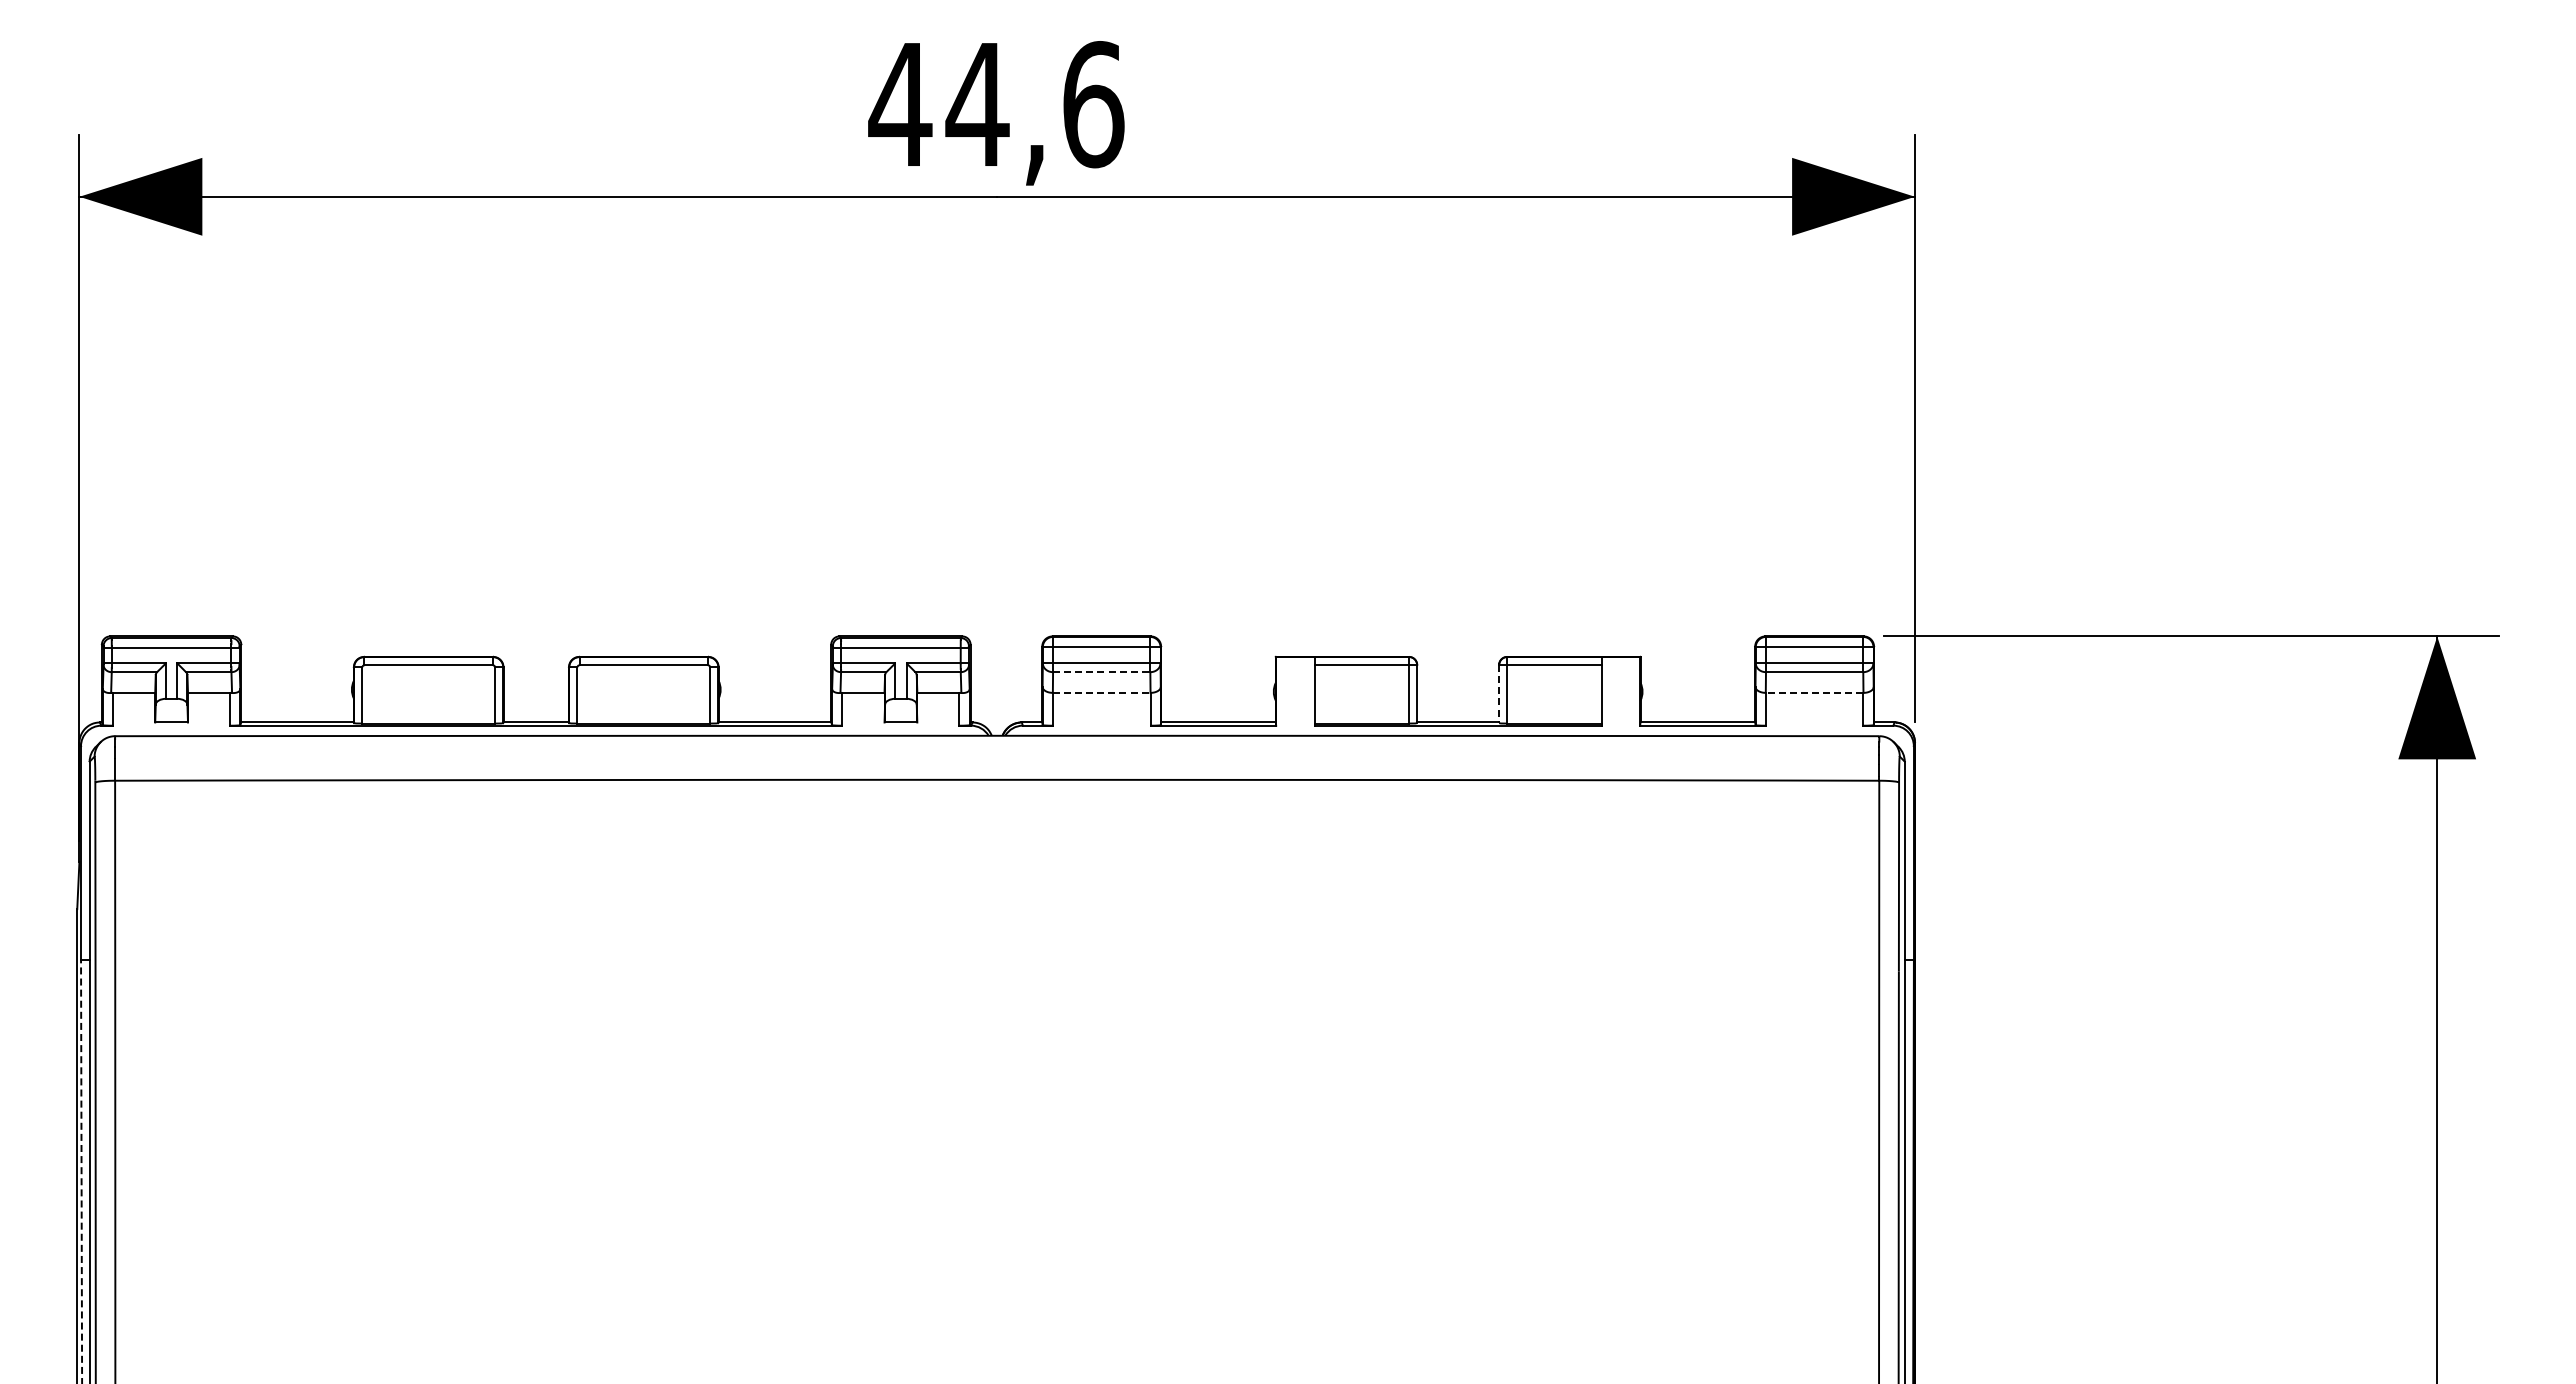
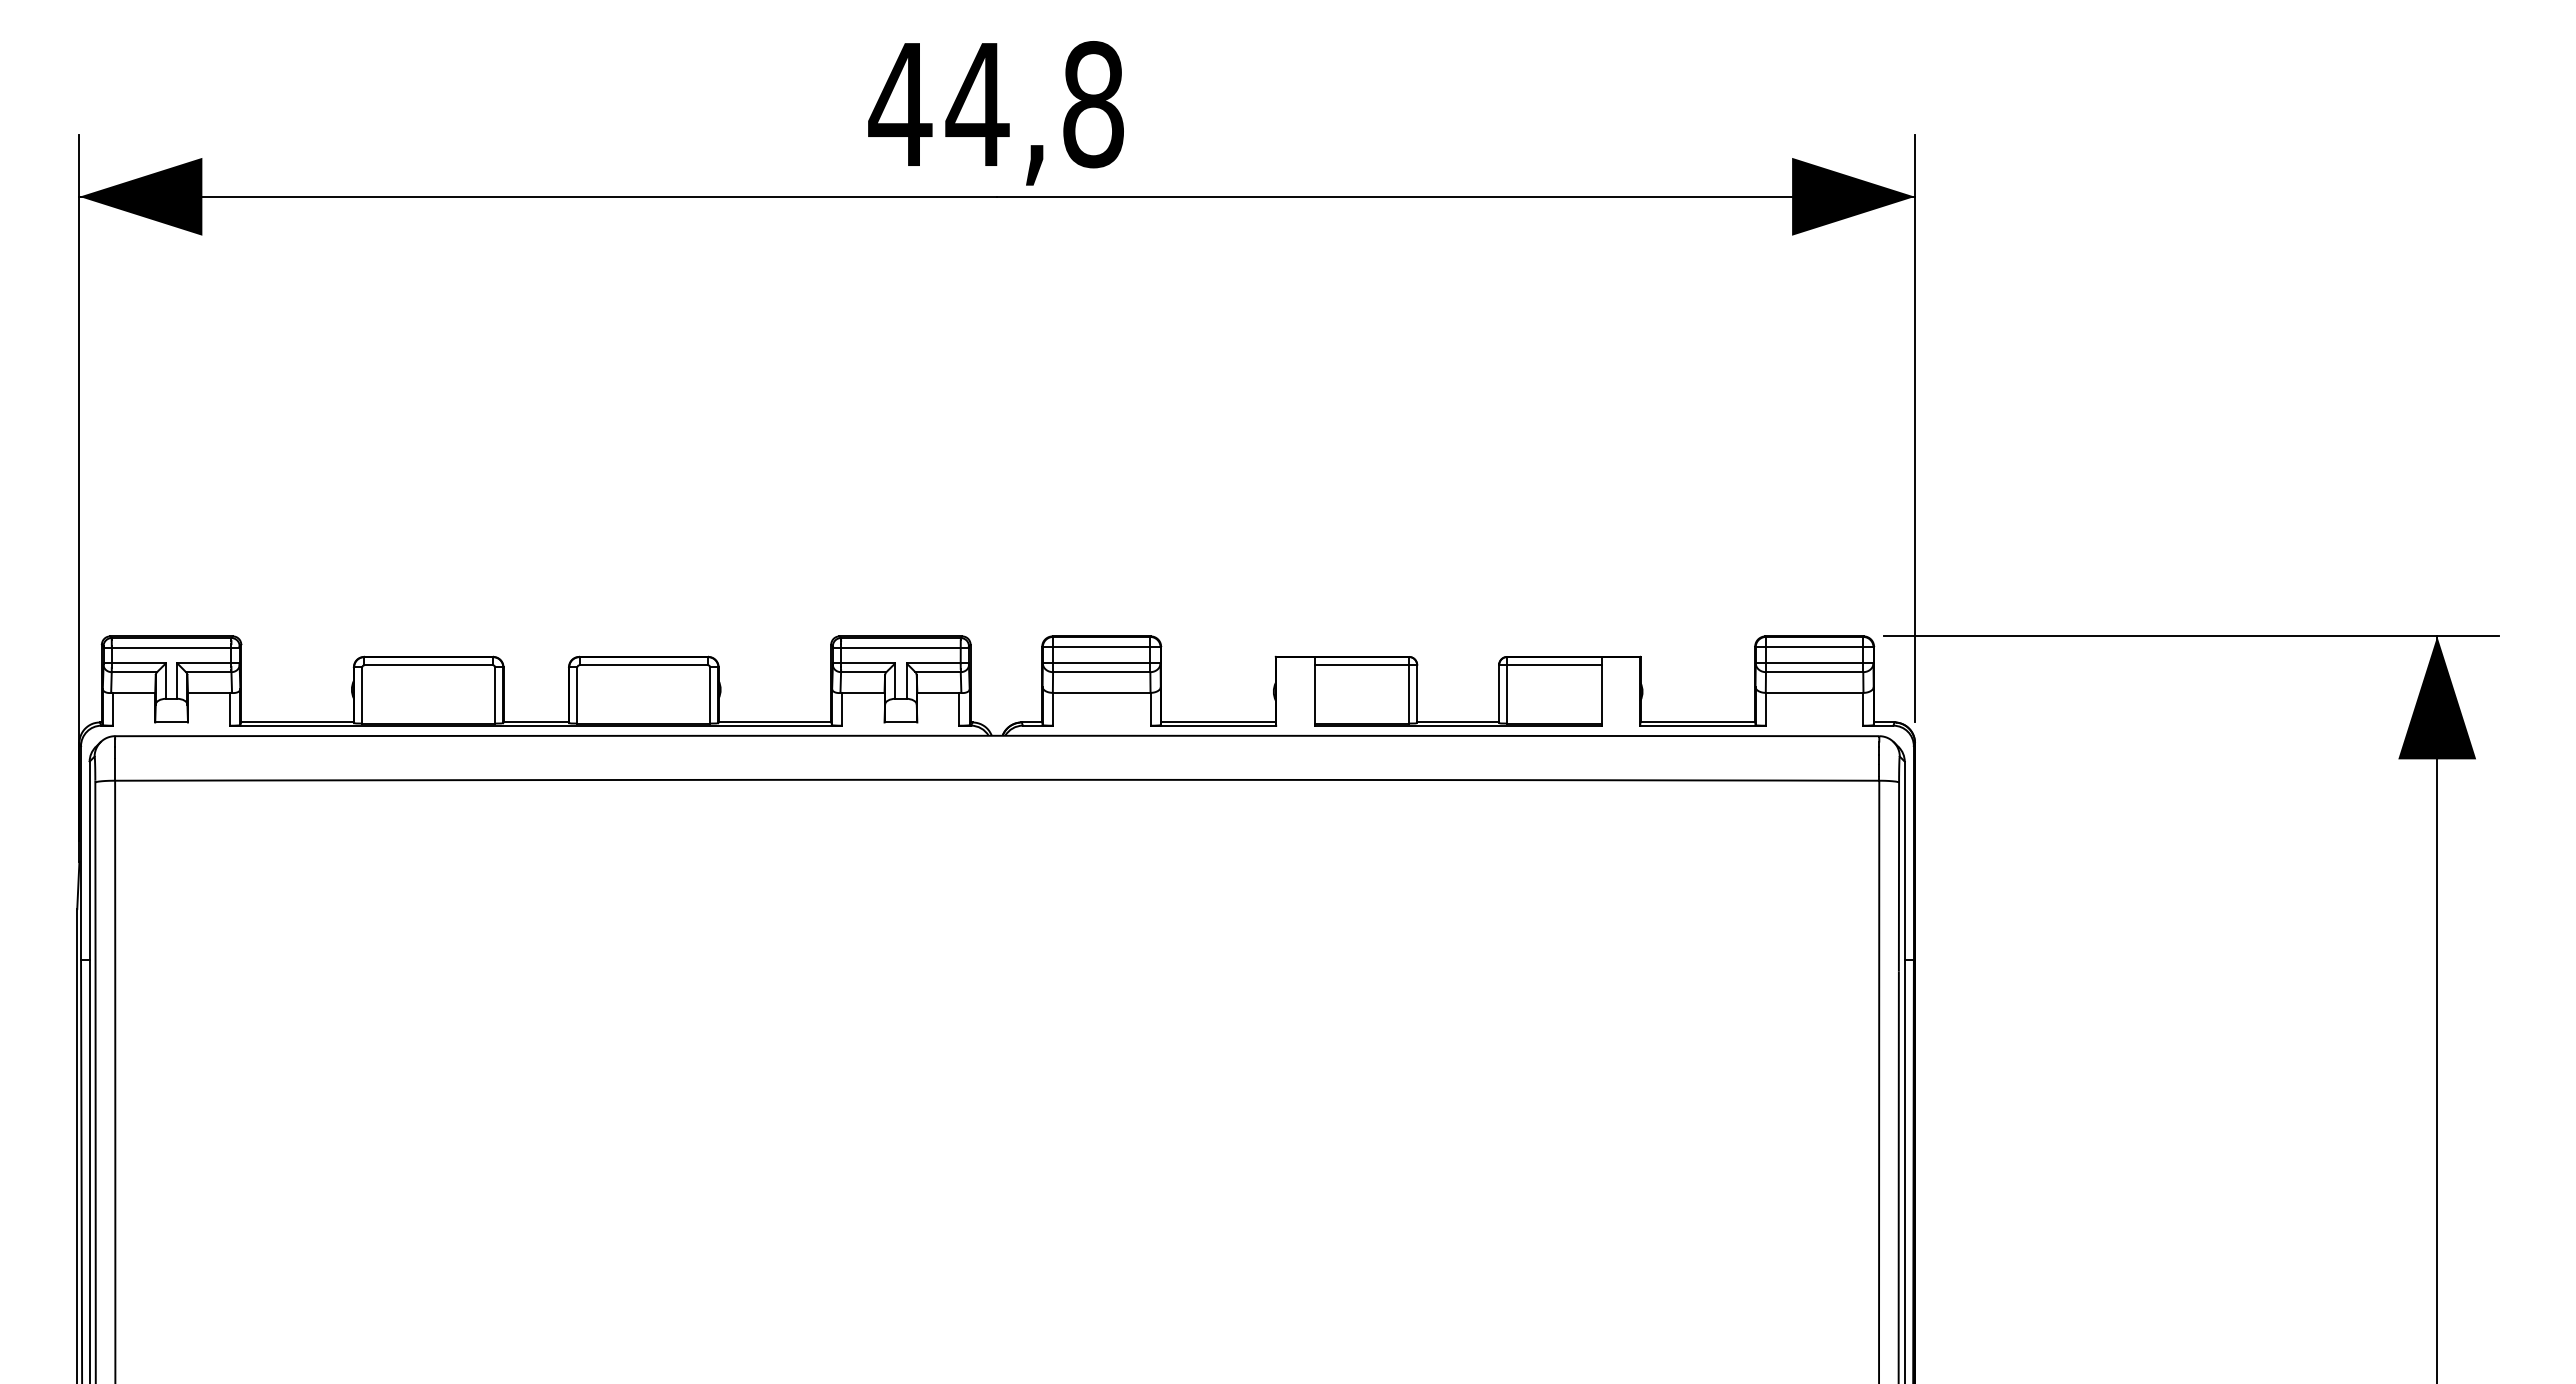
text at (1093, 104): 44,6 -> 44,8
line at (1101, 672): dashed -> solid
line at (1101, 692): dashed -> solid
line at (1814, 692): dashed -> solid
line at (1499, 694): dashed -> solid
line at (81, 1171): dashed -> solid
